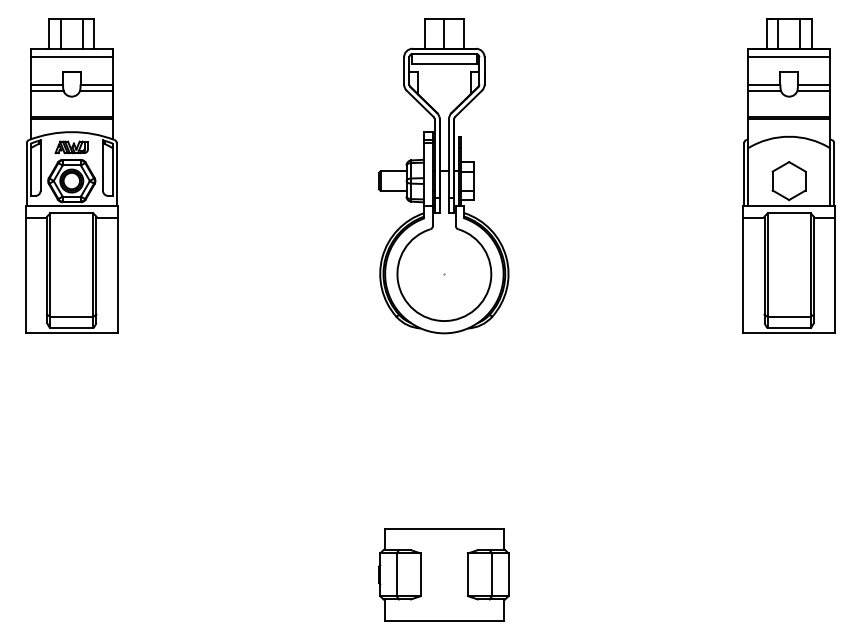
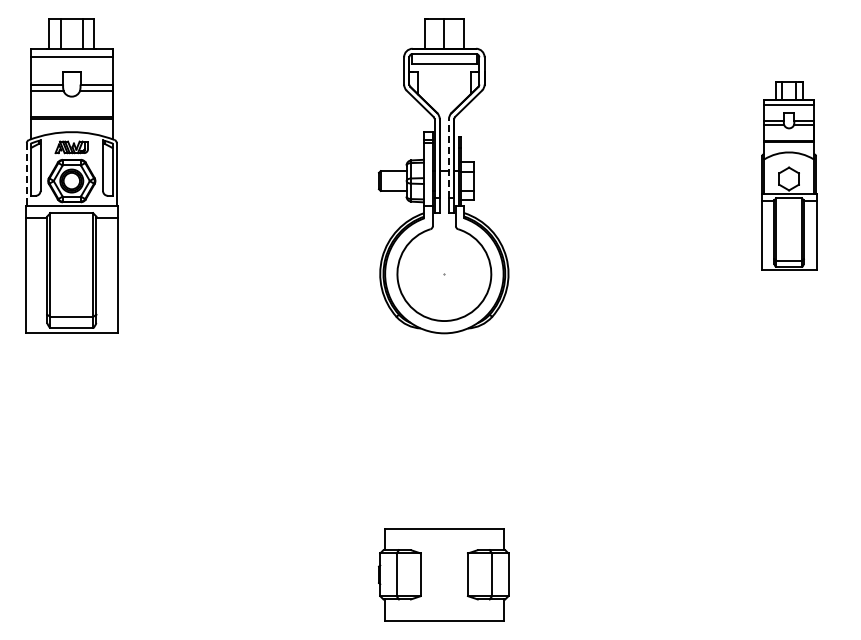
line at (448, 158): solid -> dashed
line at (26, 174): solid -> dashed
part at (788, 175) size: 94x316 px -> 57x190 px
